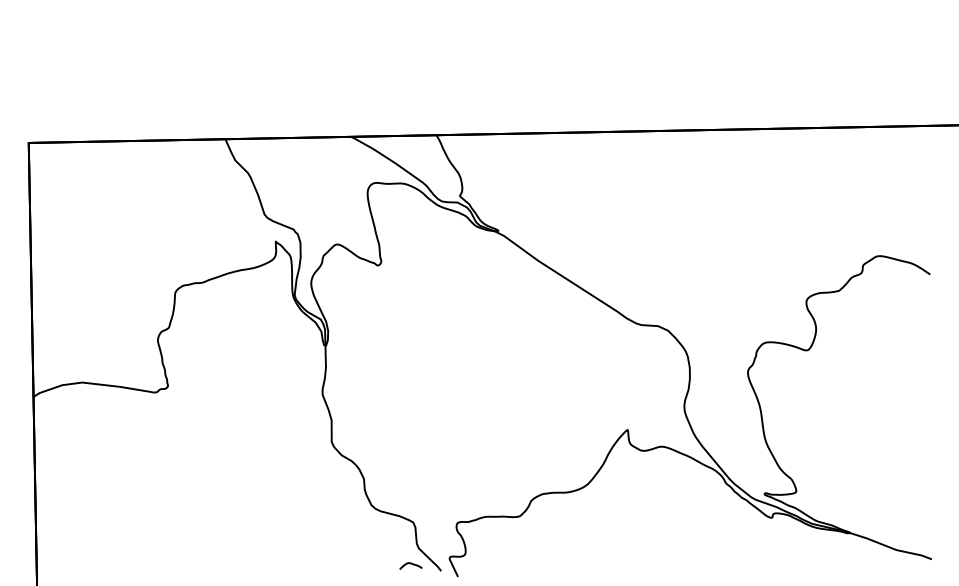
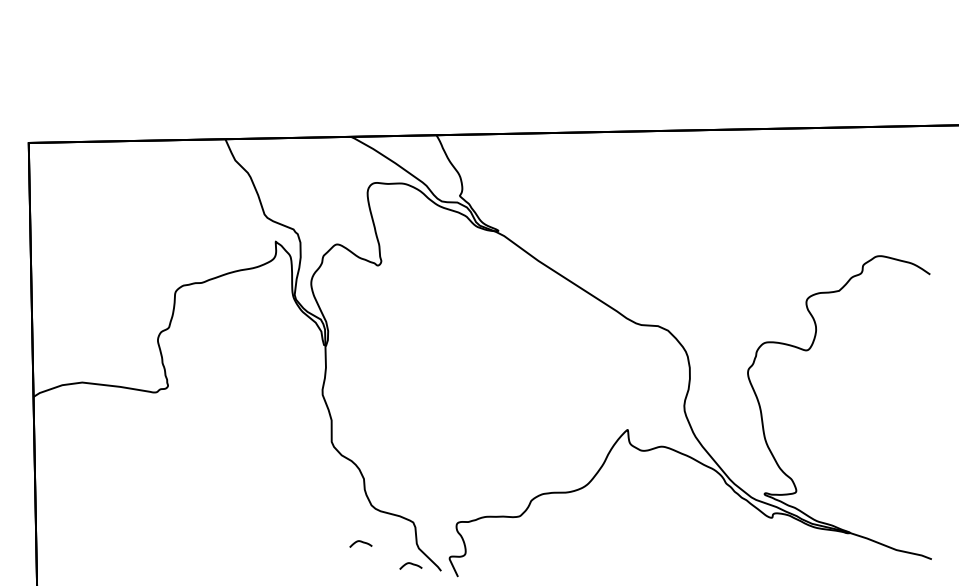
curve at (360, 542): none -> present
